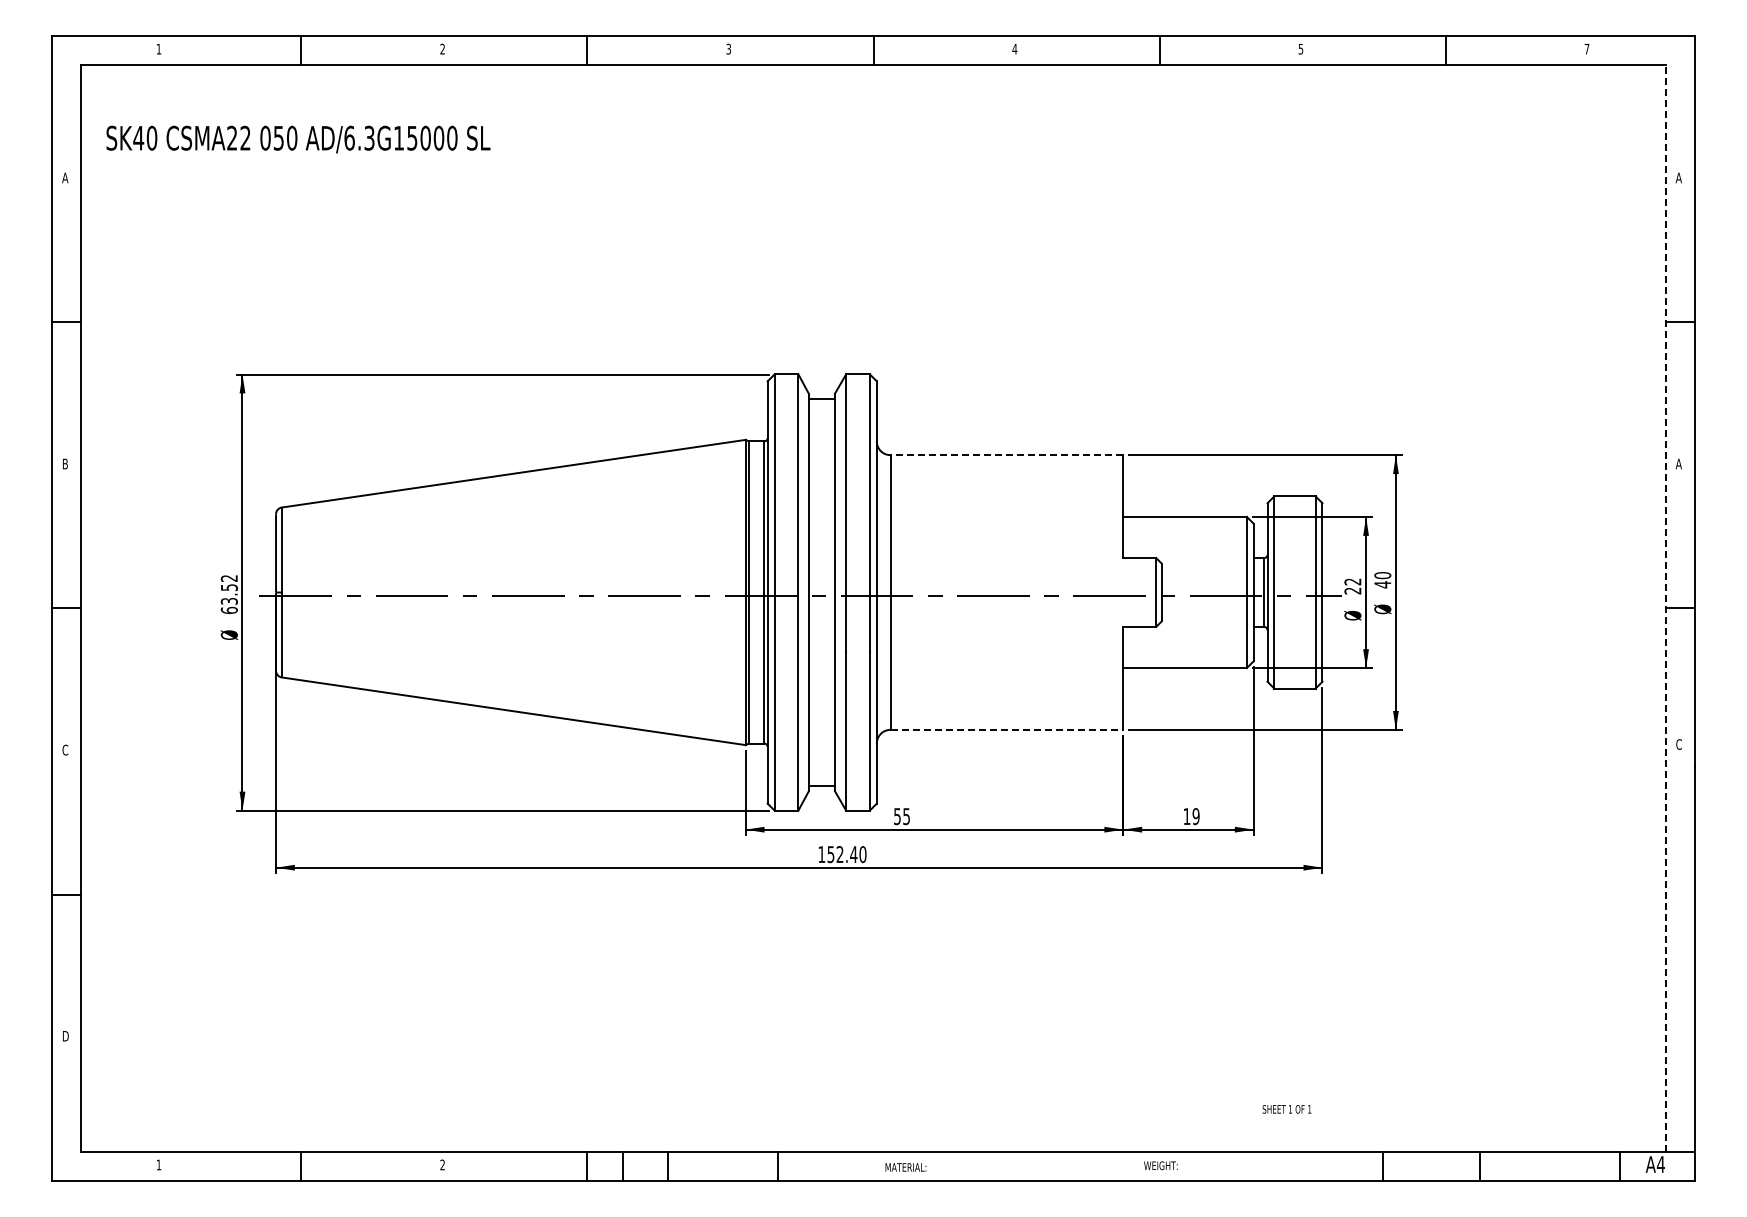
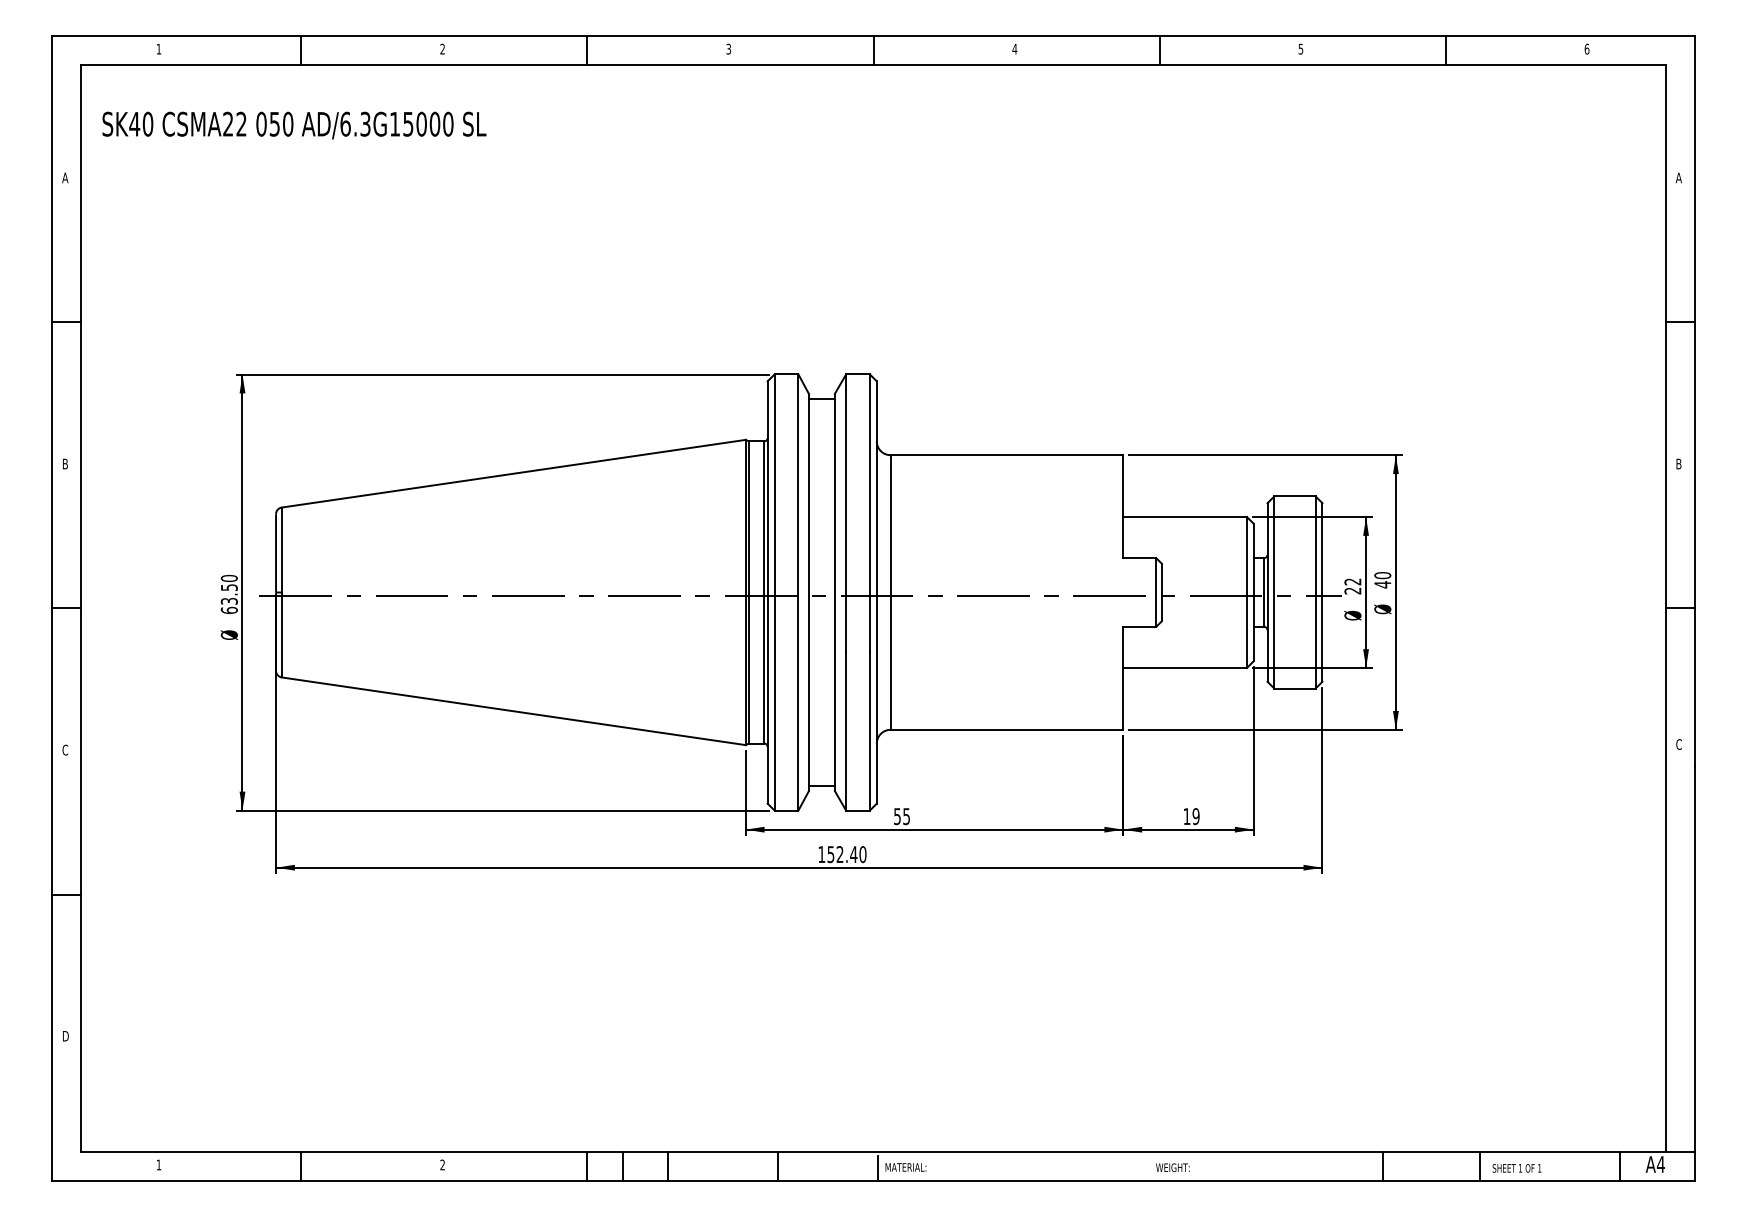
text at (1586, 48): 7 -> 6
text at (298, 139) position: (298, 139) -> (294, 125)
line at (1006, 455): dashed -> solid
text at (1678, 463): A -> B
text at (228, 578): 63.52 -> 63.50
line at (1665, 608): dashed -> solid
line at (1007, 729): dashed -> solid
text at (1286, 1109) position: (1286, 1109) -> (1516, 1168)
text at (1160, 1165) position: (1160, 1165) -> (1172, 1167)
line at (877, 1168): none -> present
